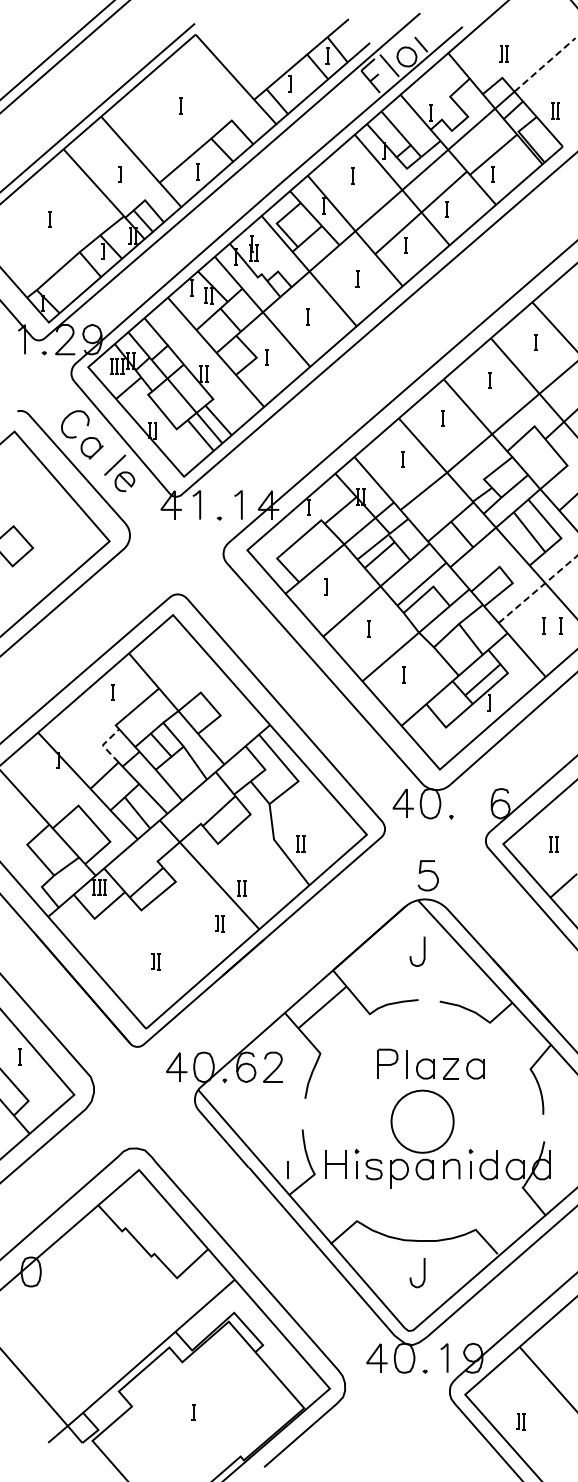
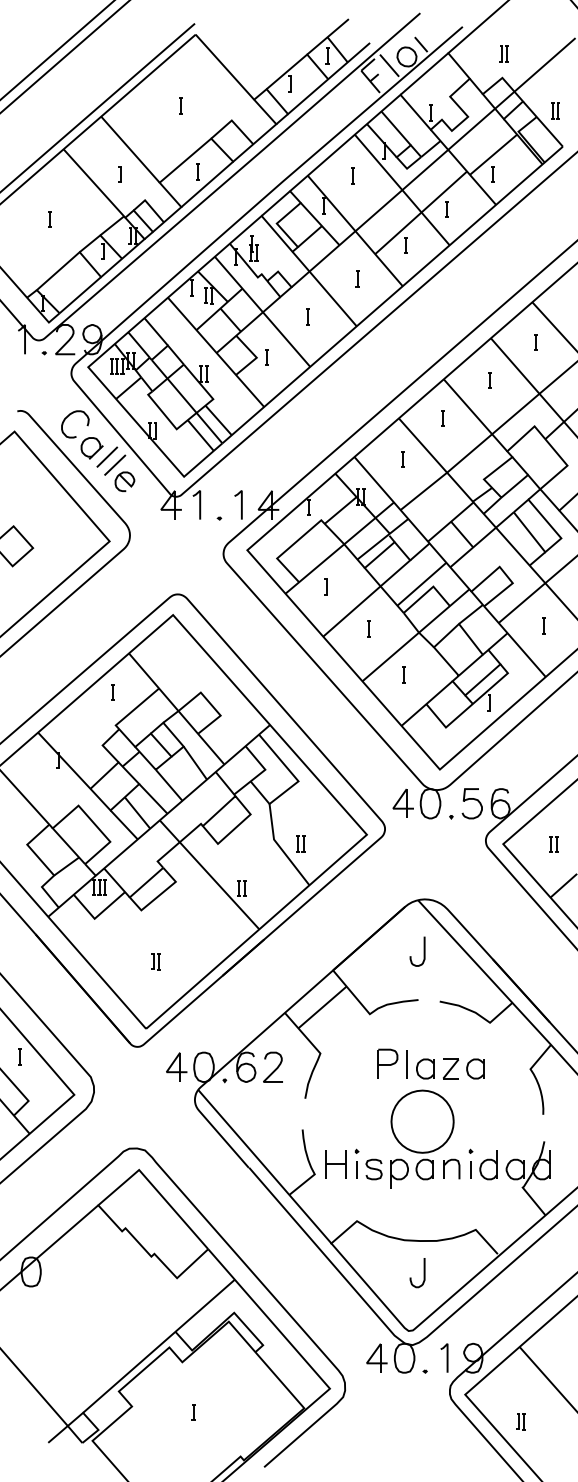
line at (544, 65): dashed -> solid
line at (107, 456): none -> present
line at (538, 588): dashed -> solid
line at (560, 625): present -> none
line at (102, 745): dashed -> solid
curve at (427, 871) position: (427, 871) -> (471, 799)
part at (219, 923): present -> none
line at (287, 1169): present -> none
